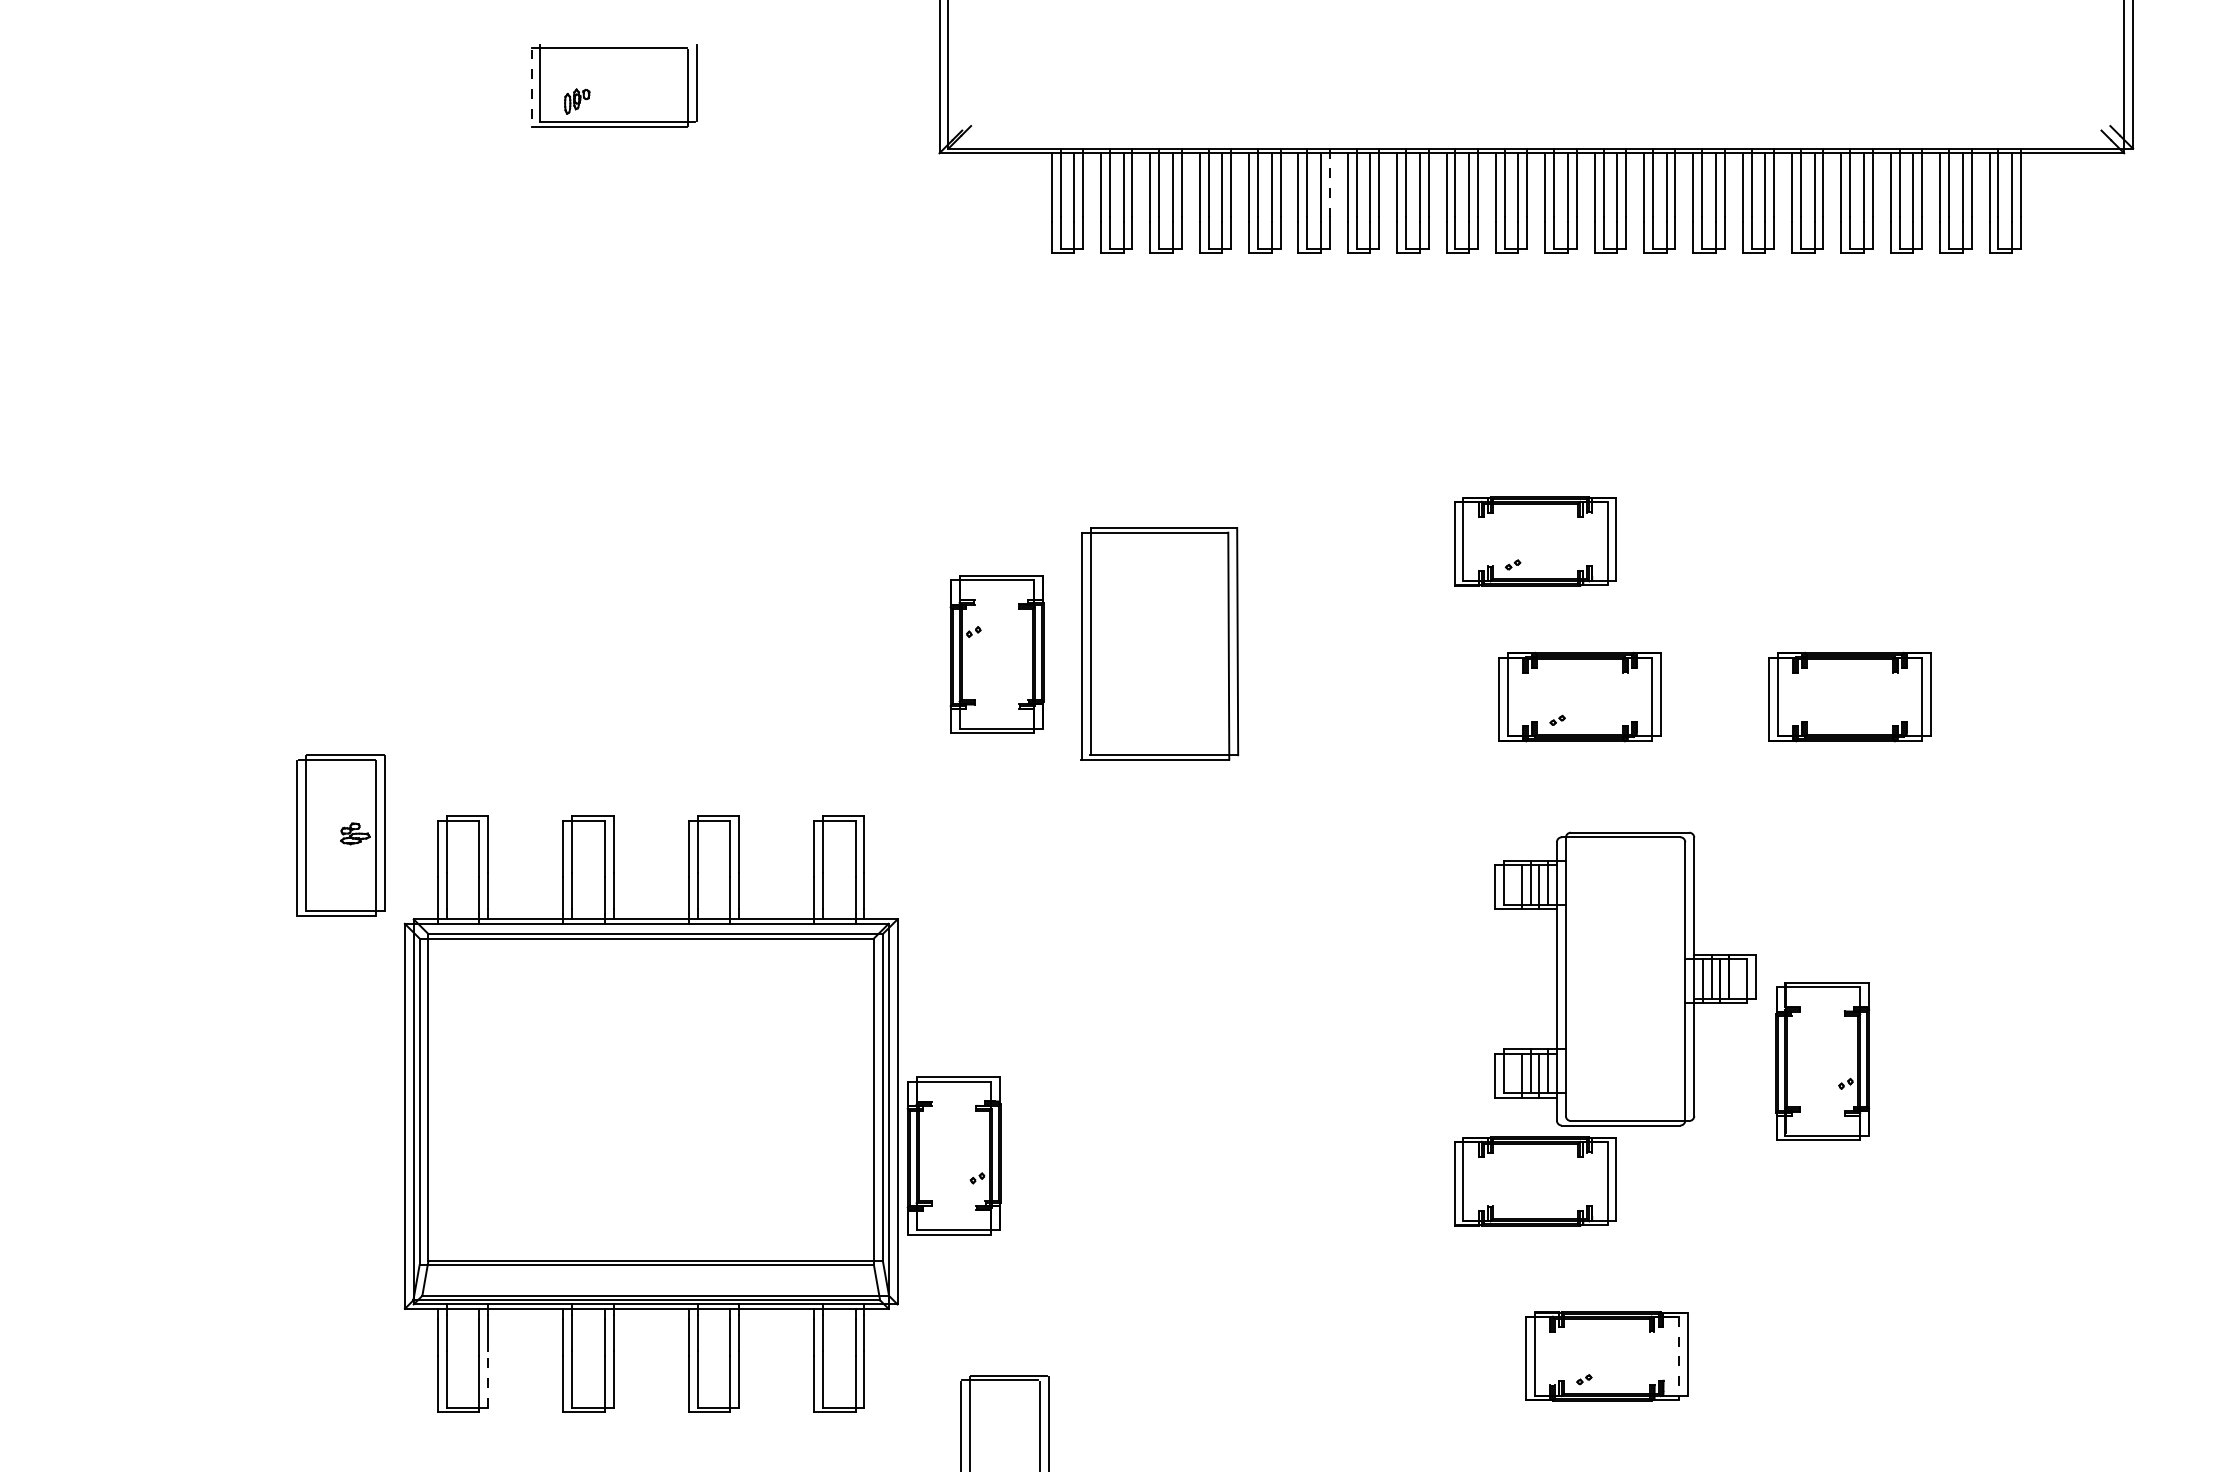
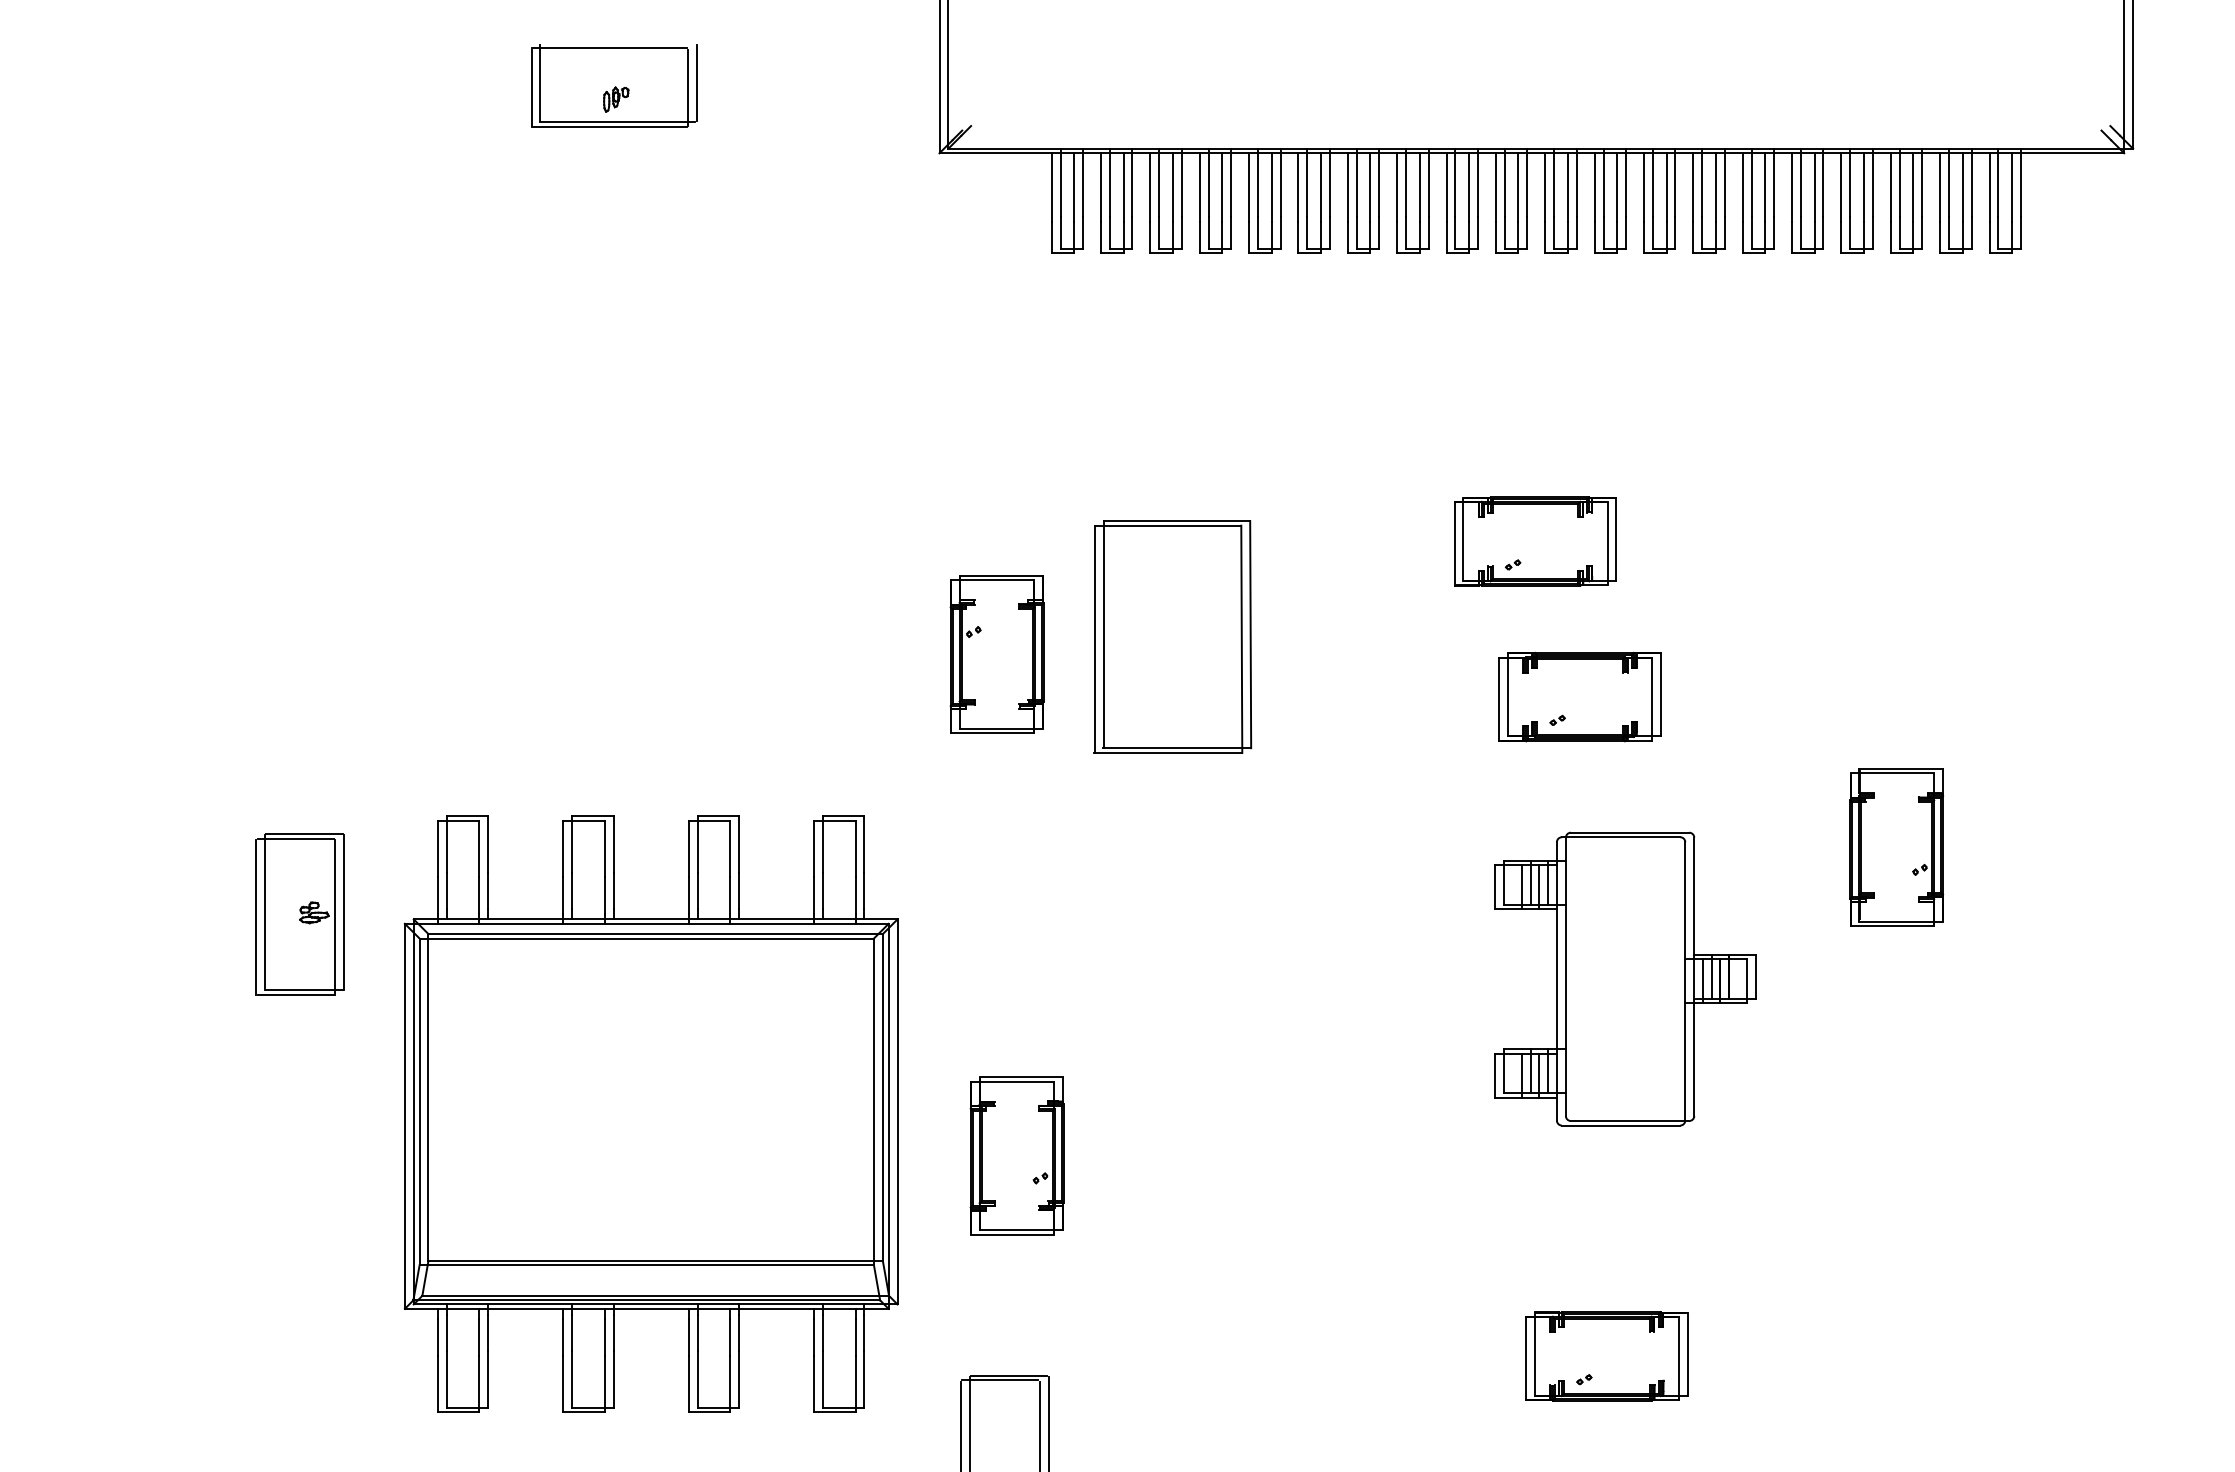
line at (531, 88): dashed -> solid
part at (577, 101) position: (577, 101) -> (616, 99)
line at (1329, 183): dashed -> solid
part at (1159, 643) position: (1159, 643) -> (1172, 636)
part at (1849, 696): present -> none
part at (340, 835) position: (340, 835) -> (299, 914)
part at (1822, 1061) position: (1822, 1061) -> (1896, 847)
part at (953, 1155) position: (953, 1155) -> (1016, 1155)
part at (1535, 1181): present -> none
line at (1678, 1358): dashed -> solid
line at (488, 1378): dashed -> solid
